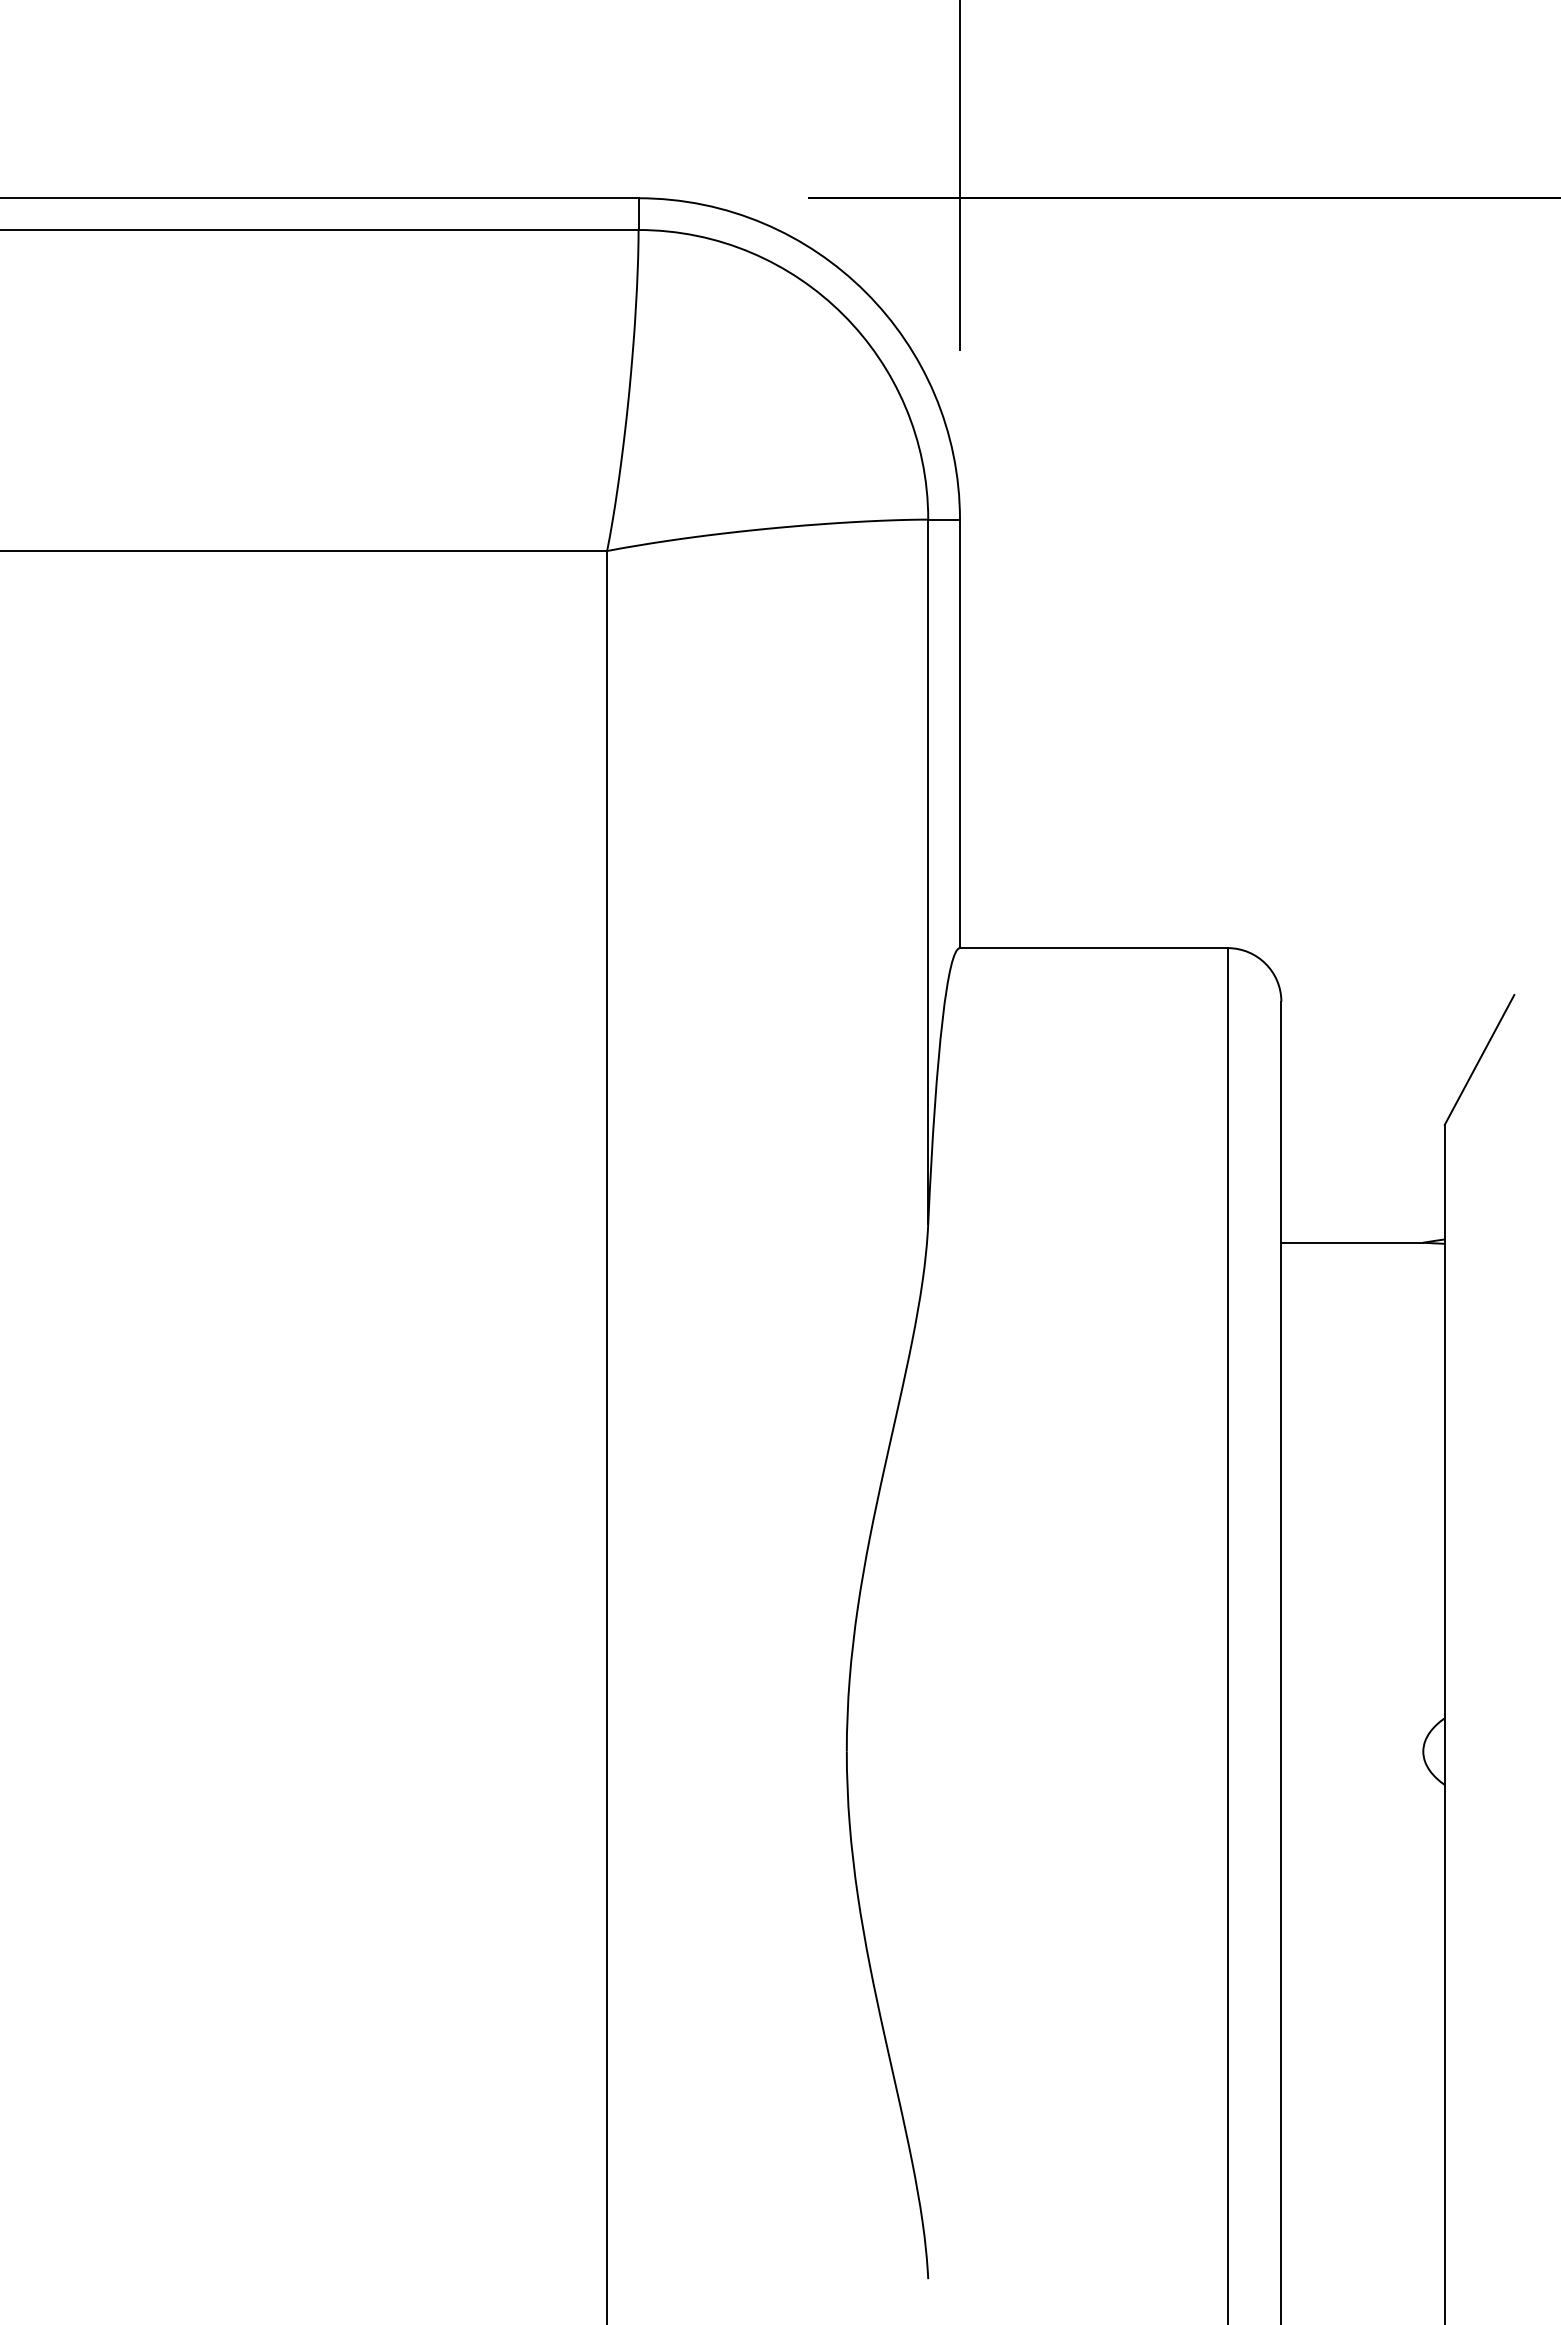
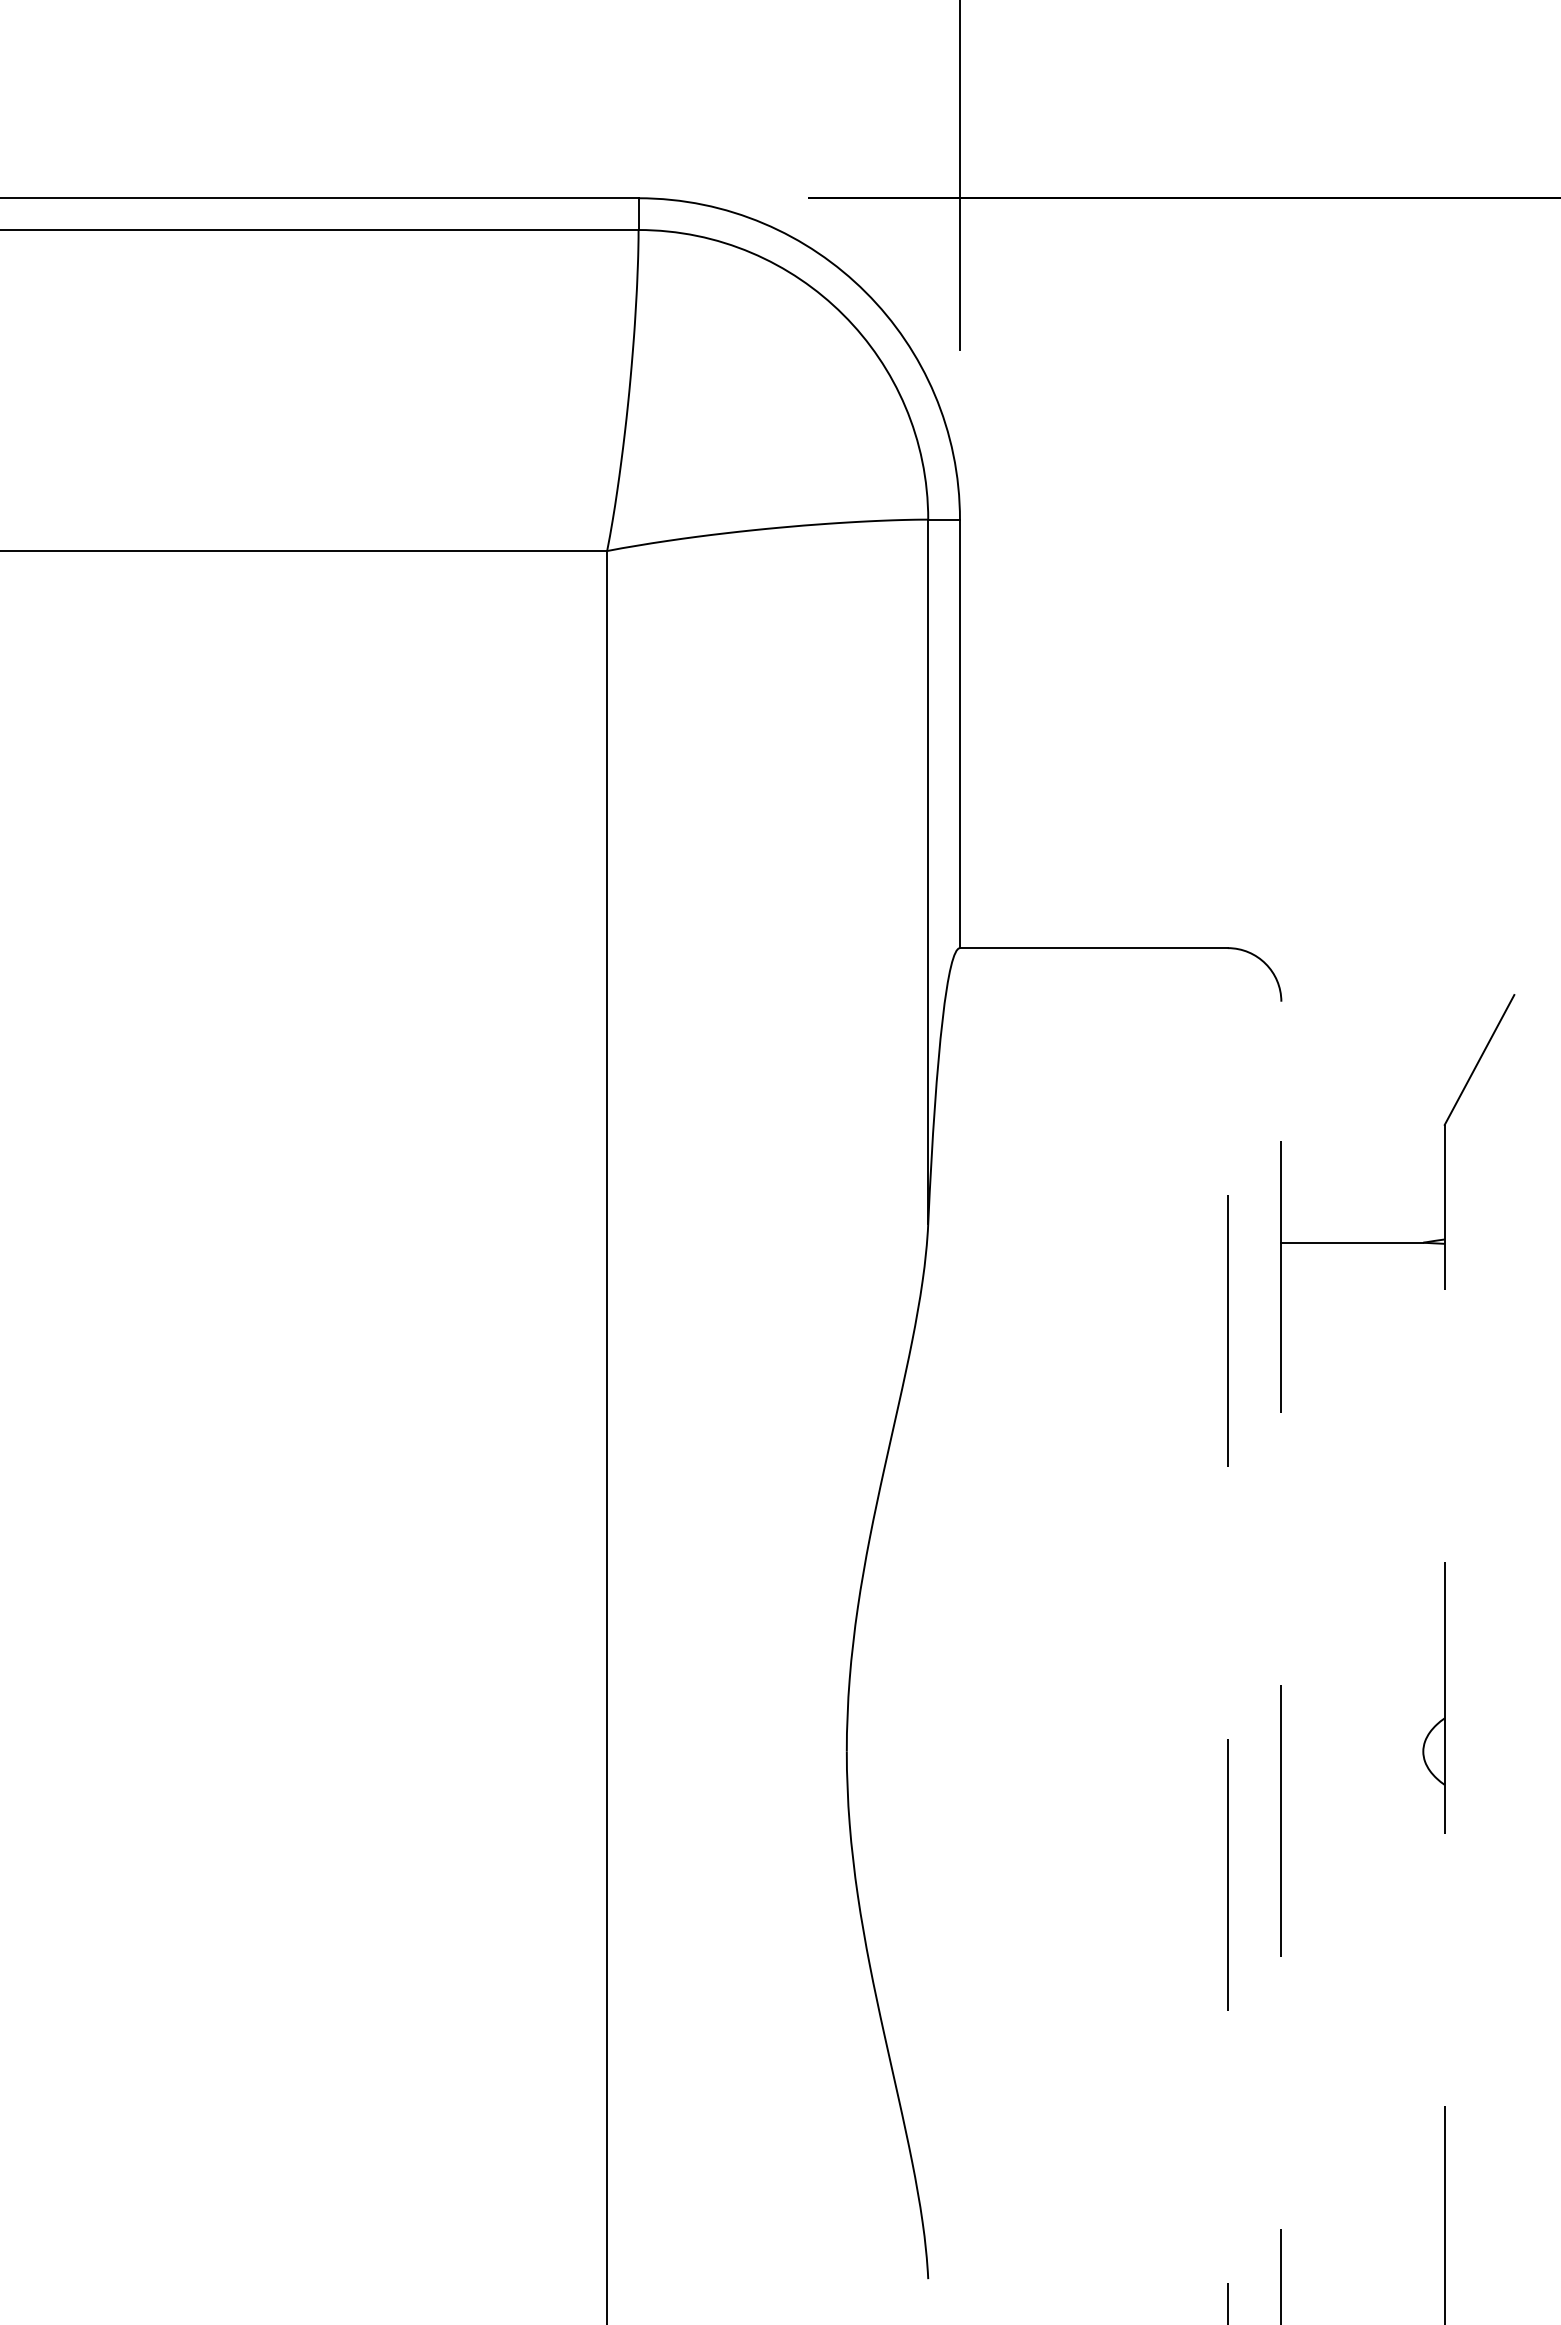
line at (1227, 1636): solid -> dashed
line at (1281, 1662): solid -> dashed
line at (1444, 1724): solid -> dashed
